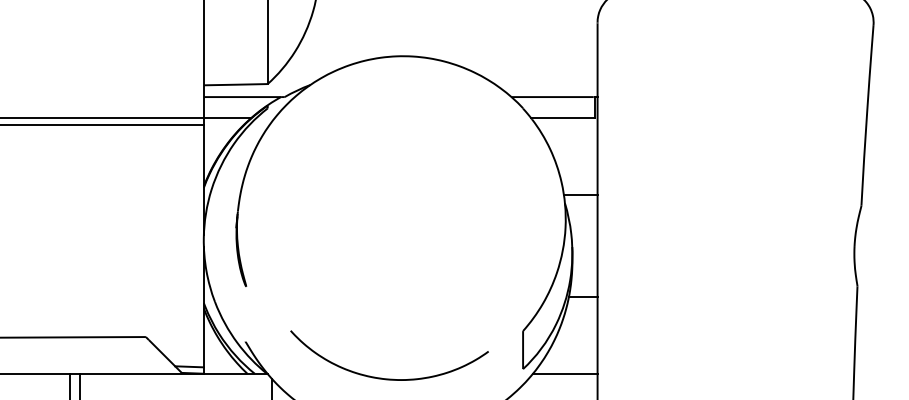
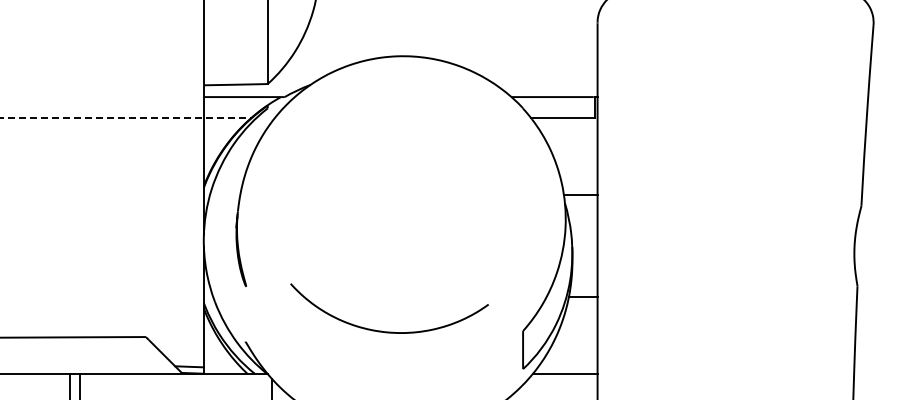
line at (125, 118): solid -> dashed
line at (102, 124): present -> none
part at (389, 378) position: (389, 378) -> (389, 331)
